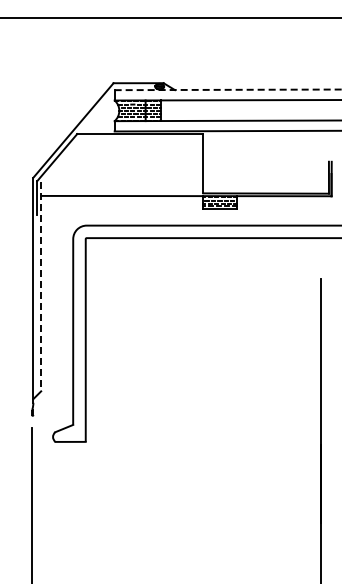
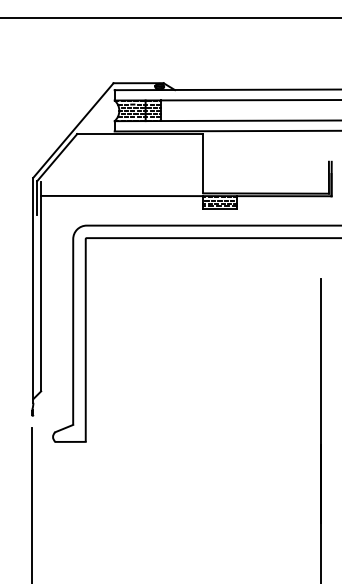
line at (228, 89): dashed -> solid
line at (41, 286): dashed -> solid
